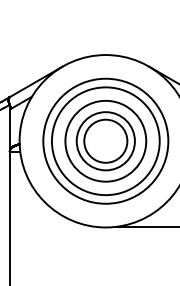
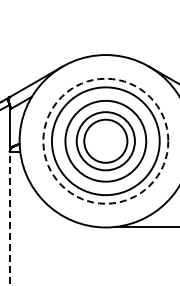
circle at (105, 140): solid -> dashed
line at (9, 218): solid -> dashed
